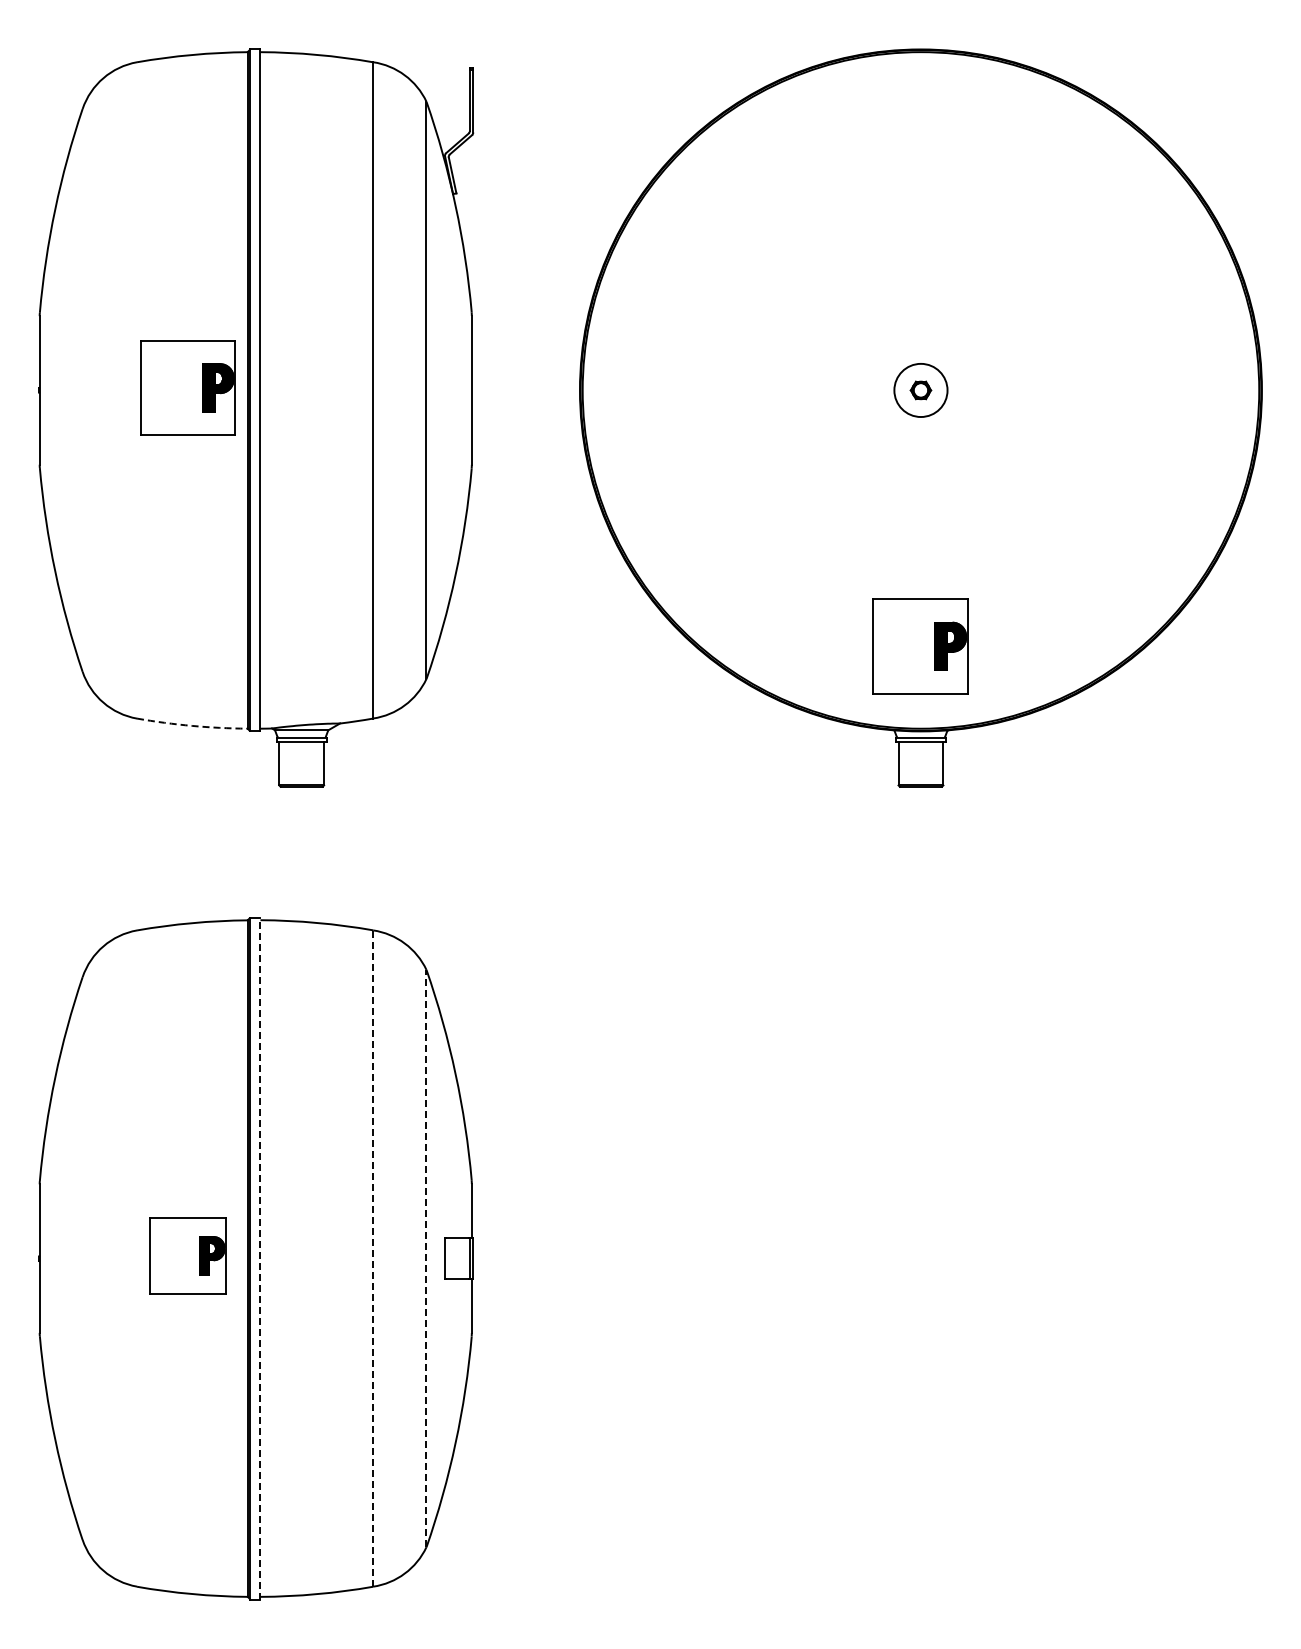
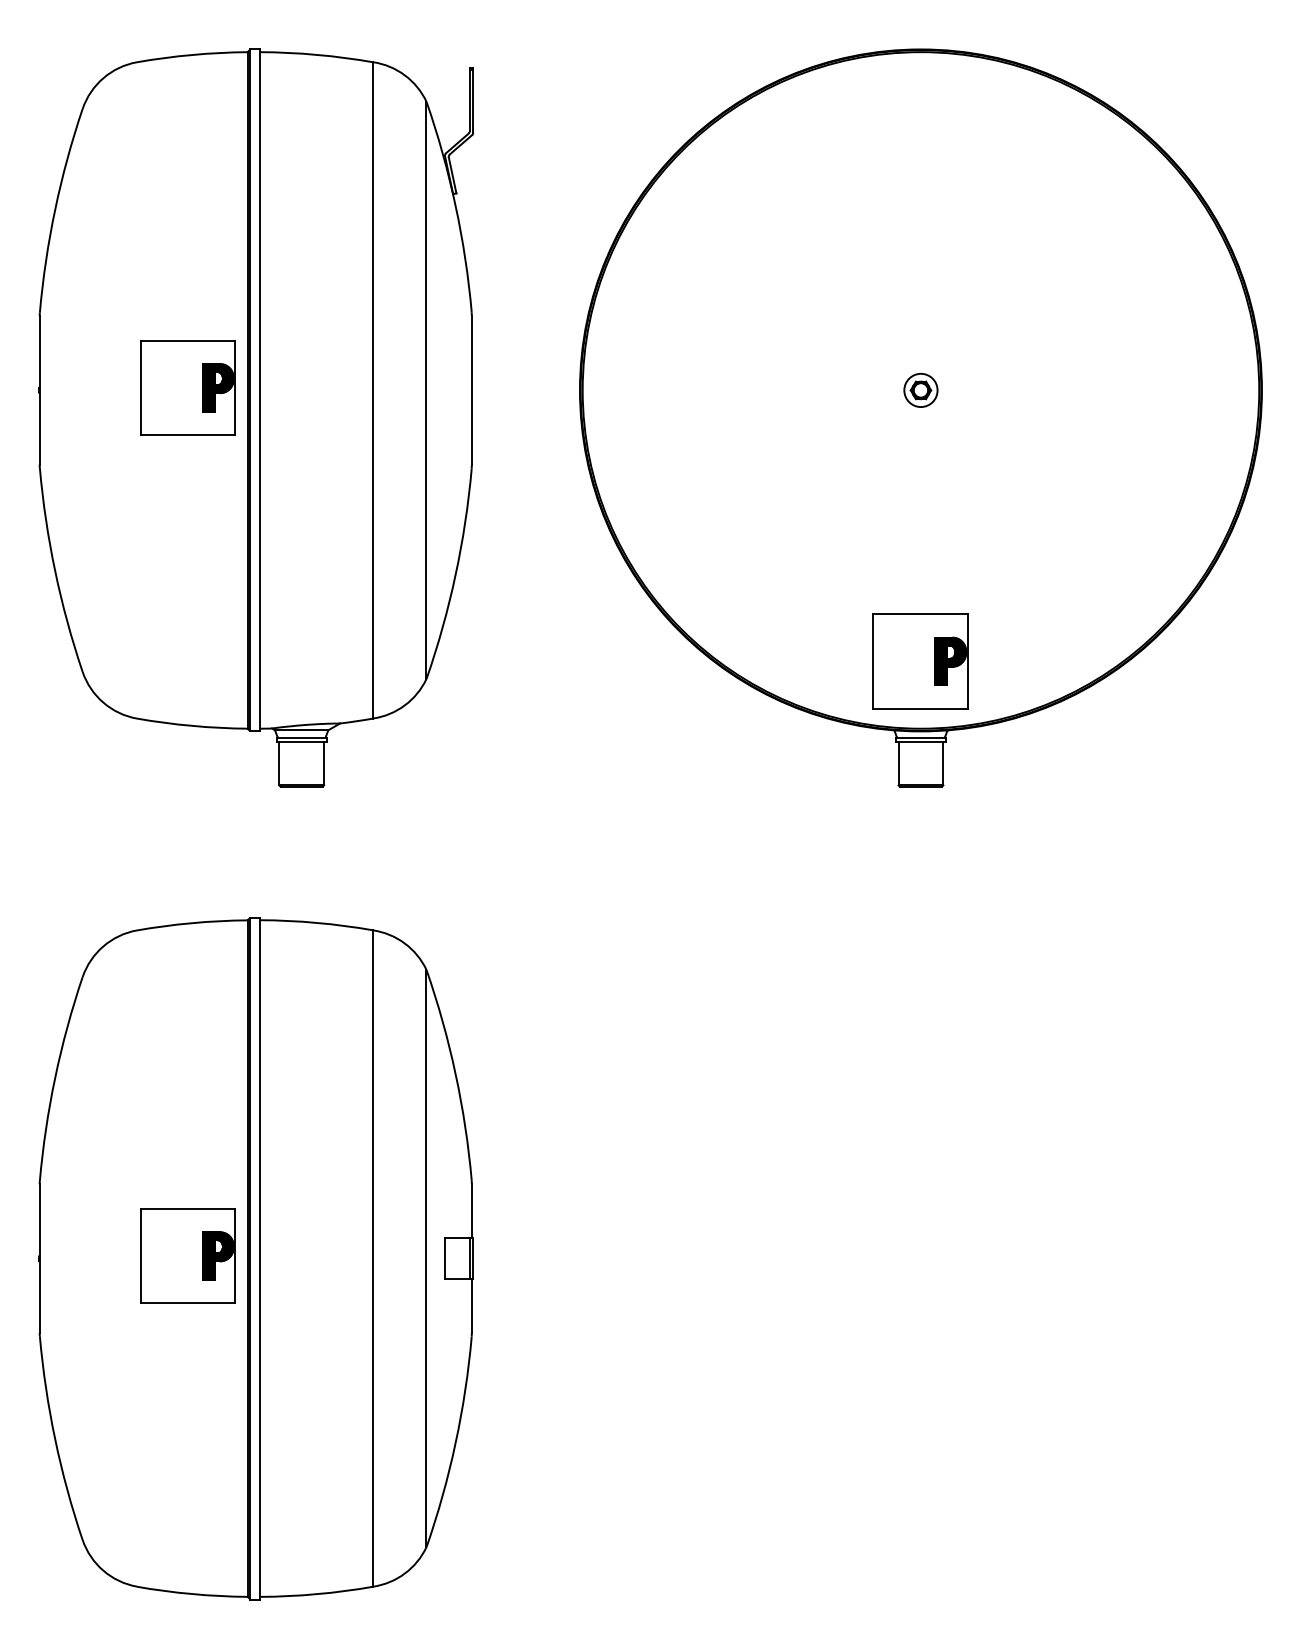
circle at (920, 390) diameter: 53 px -> 33 px
part at (920, 646) position: (920, 646) -> (920, 661)
arc at (192, 725): dashed -> solid
part at (187, 1255) size: 78x78 px -> 96x96 px
line at (260, 1258): dashed -> solid
line at (373, 1258): dashed -> solid
line at (426, 1258): dashed -> solid
